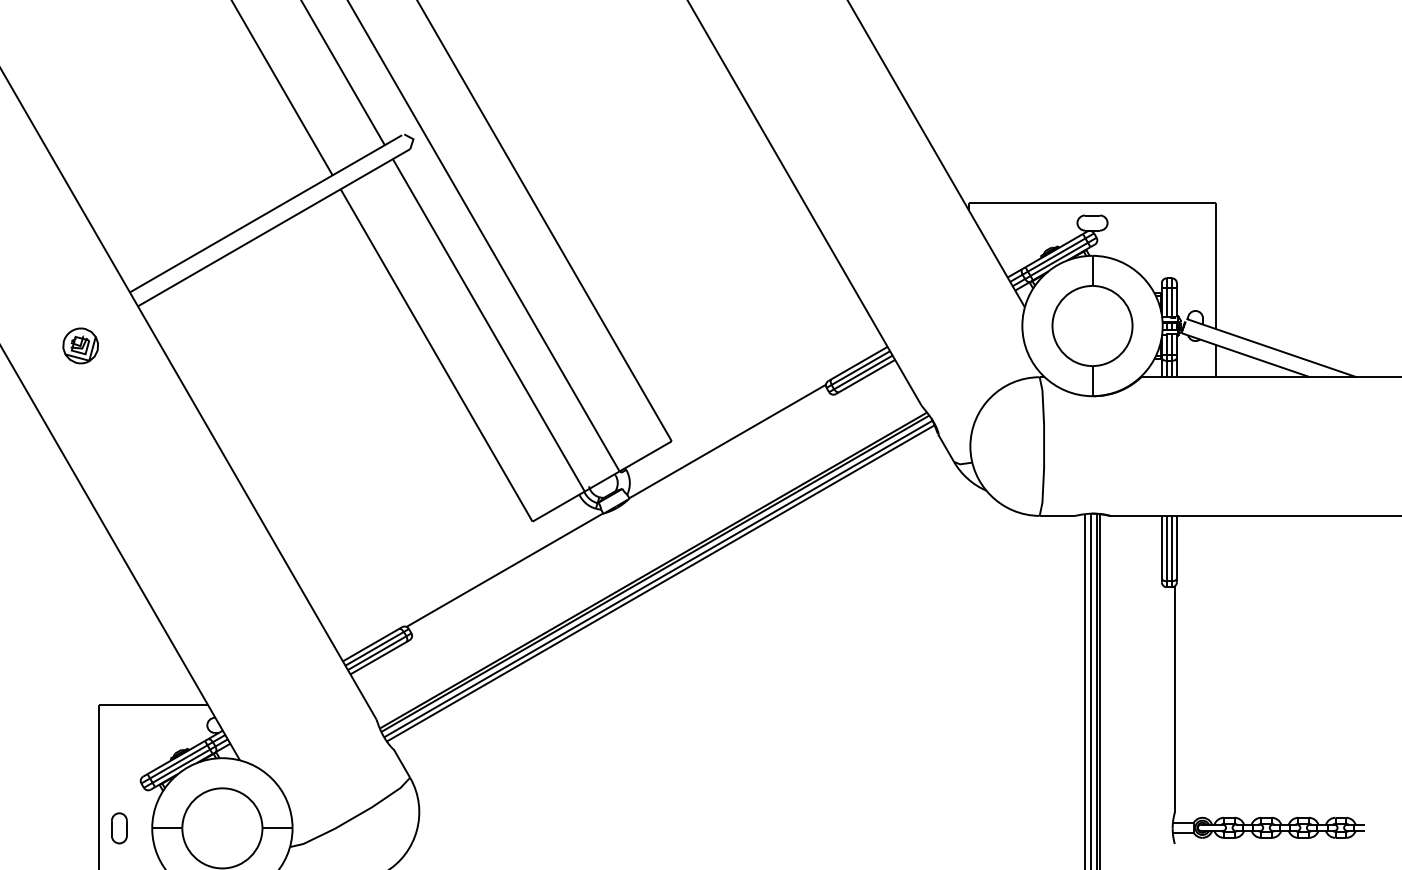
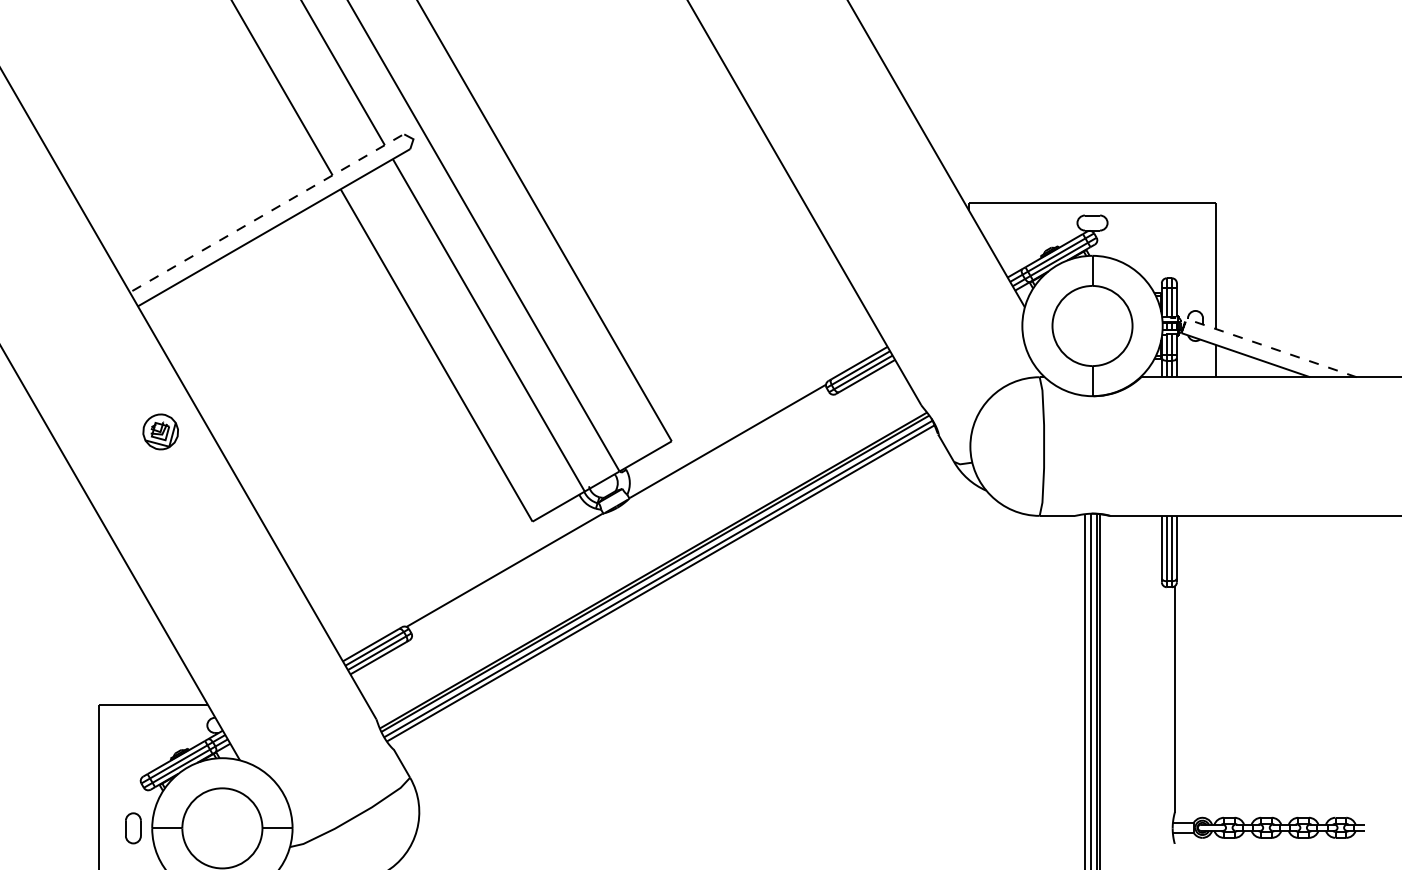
line at (265, 214): solid -> dashed
part at (80, 345) position: (80, 345) -> (160, 431)
line at (1271, 347): solid -> dashed
part at (119, 828) position: (119, 828) -> (133, 828)
